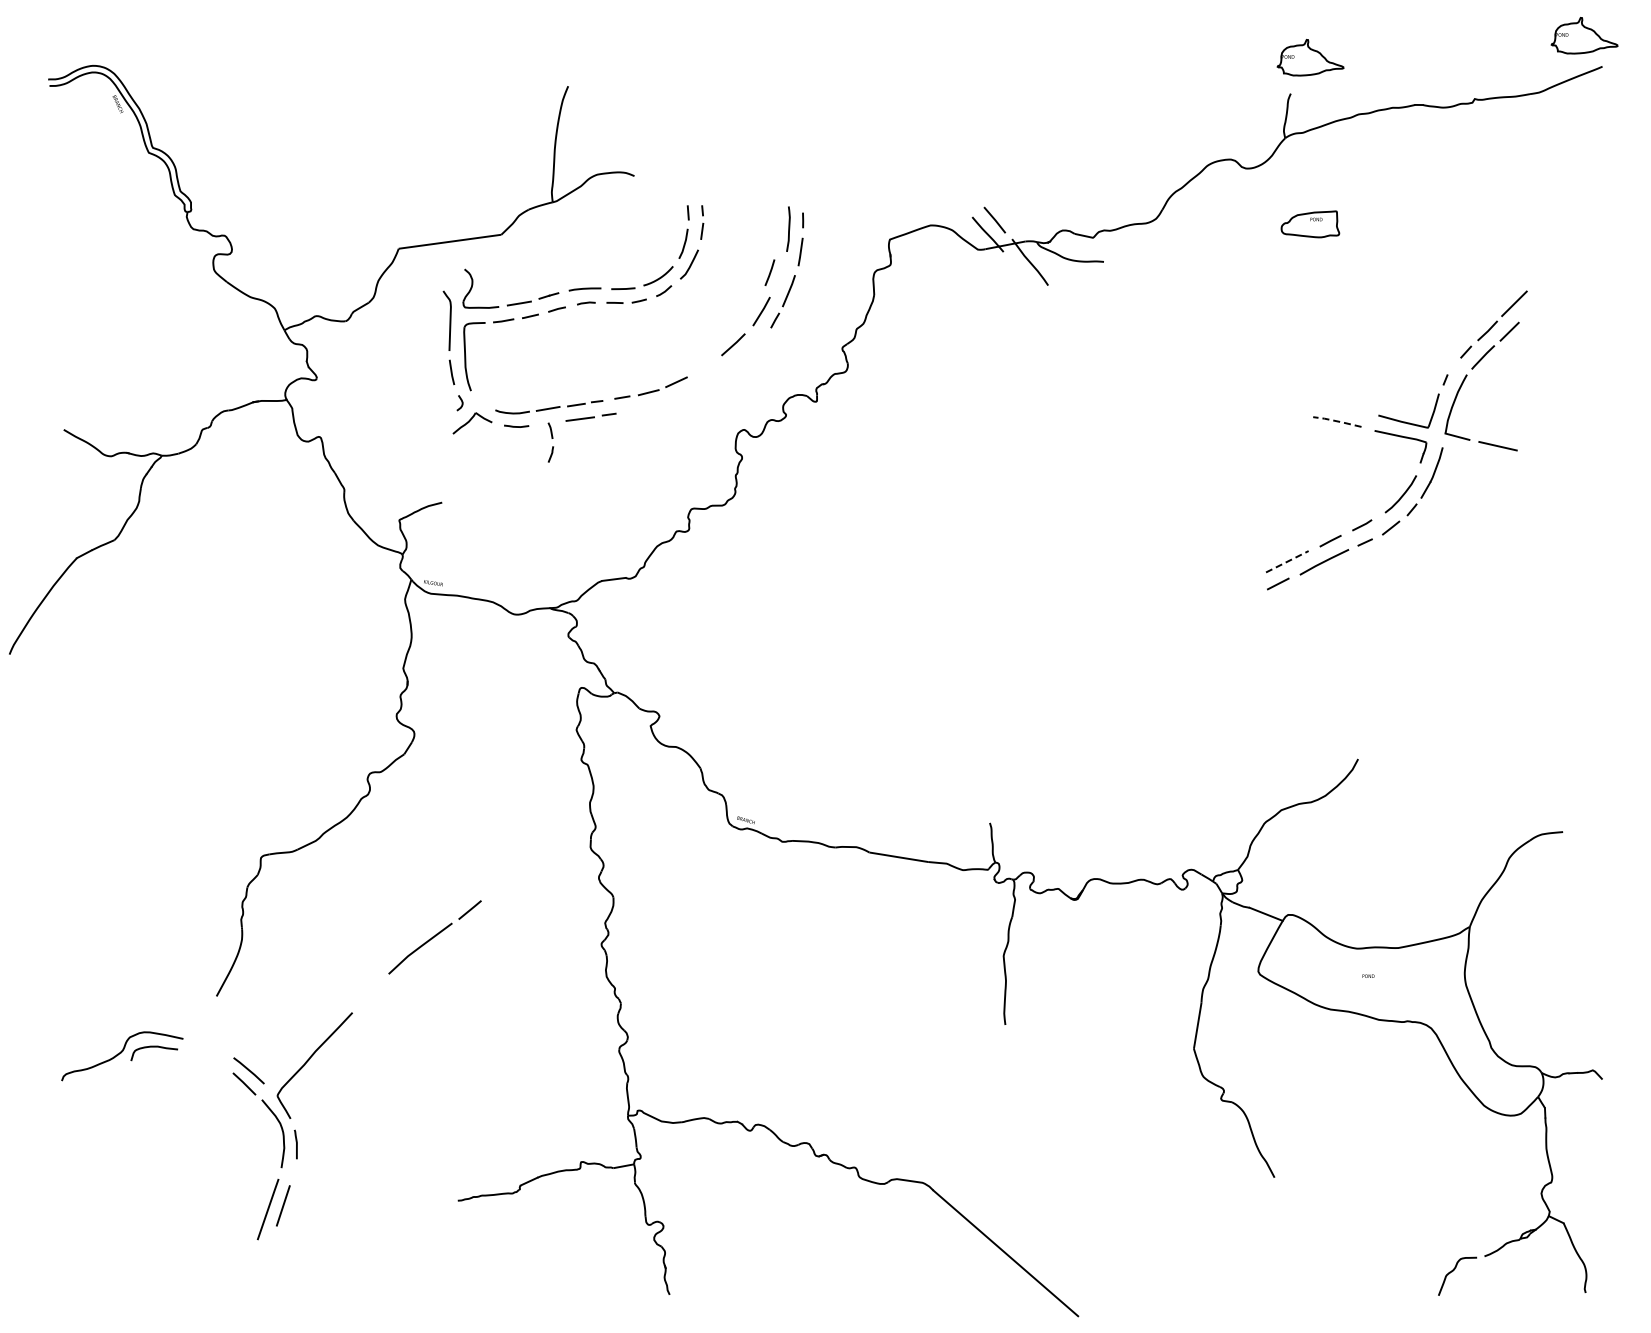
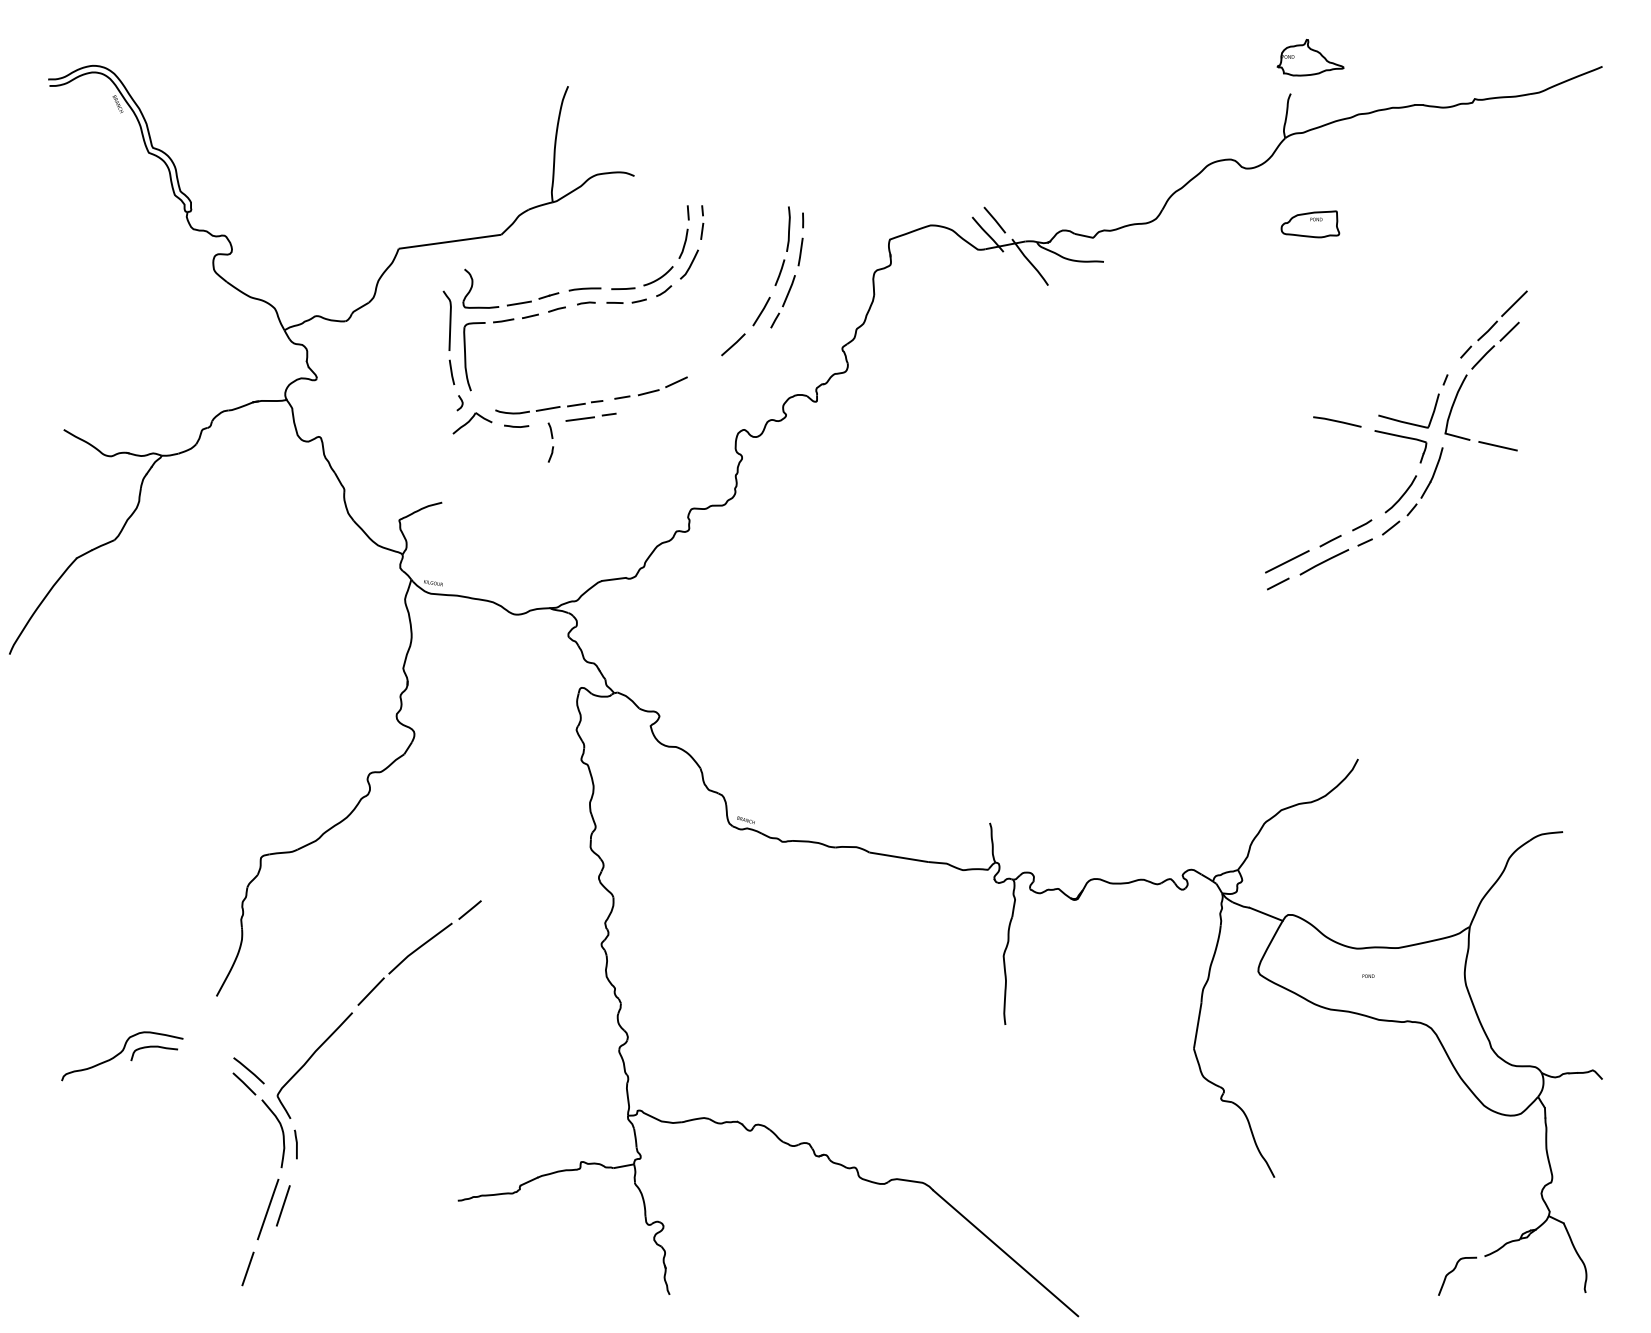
part at (1584, 35): present -> none
line at (769, 272) position: (769, 272) -> (779, 272)
line at (1337, 421): dashed -> solid
line at (1287, 561): dashed -> solid
line at (370, 991): none -> present
line at (247, 1268): none -> present
